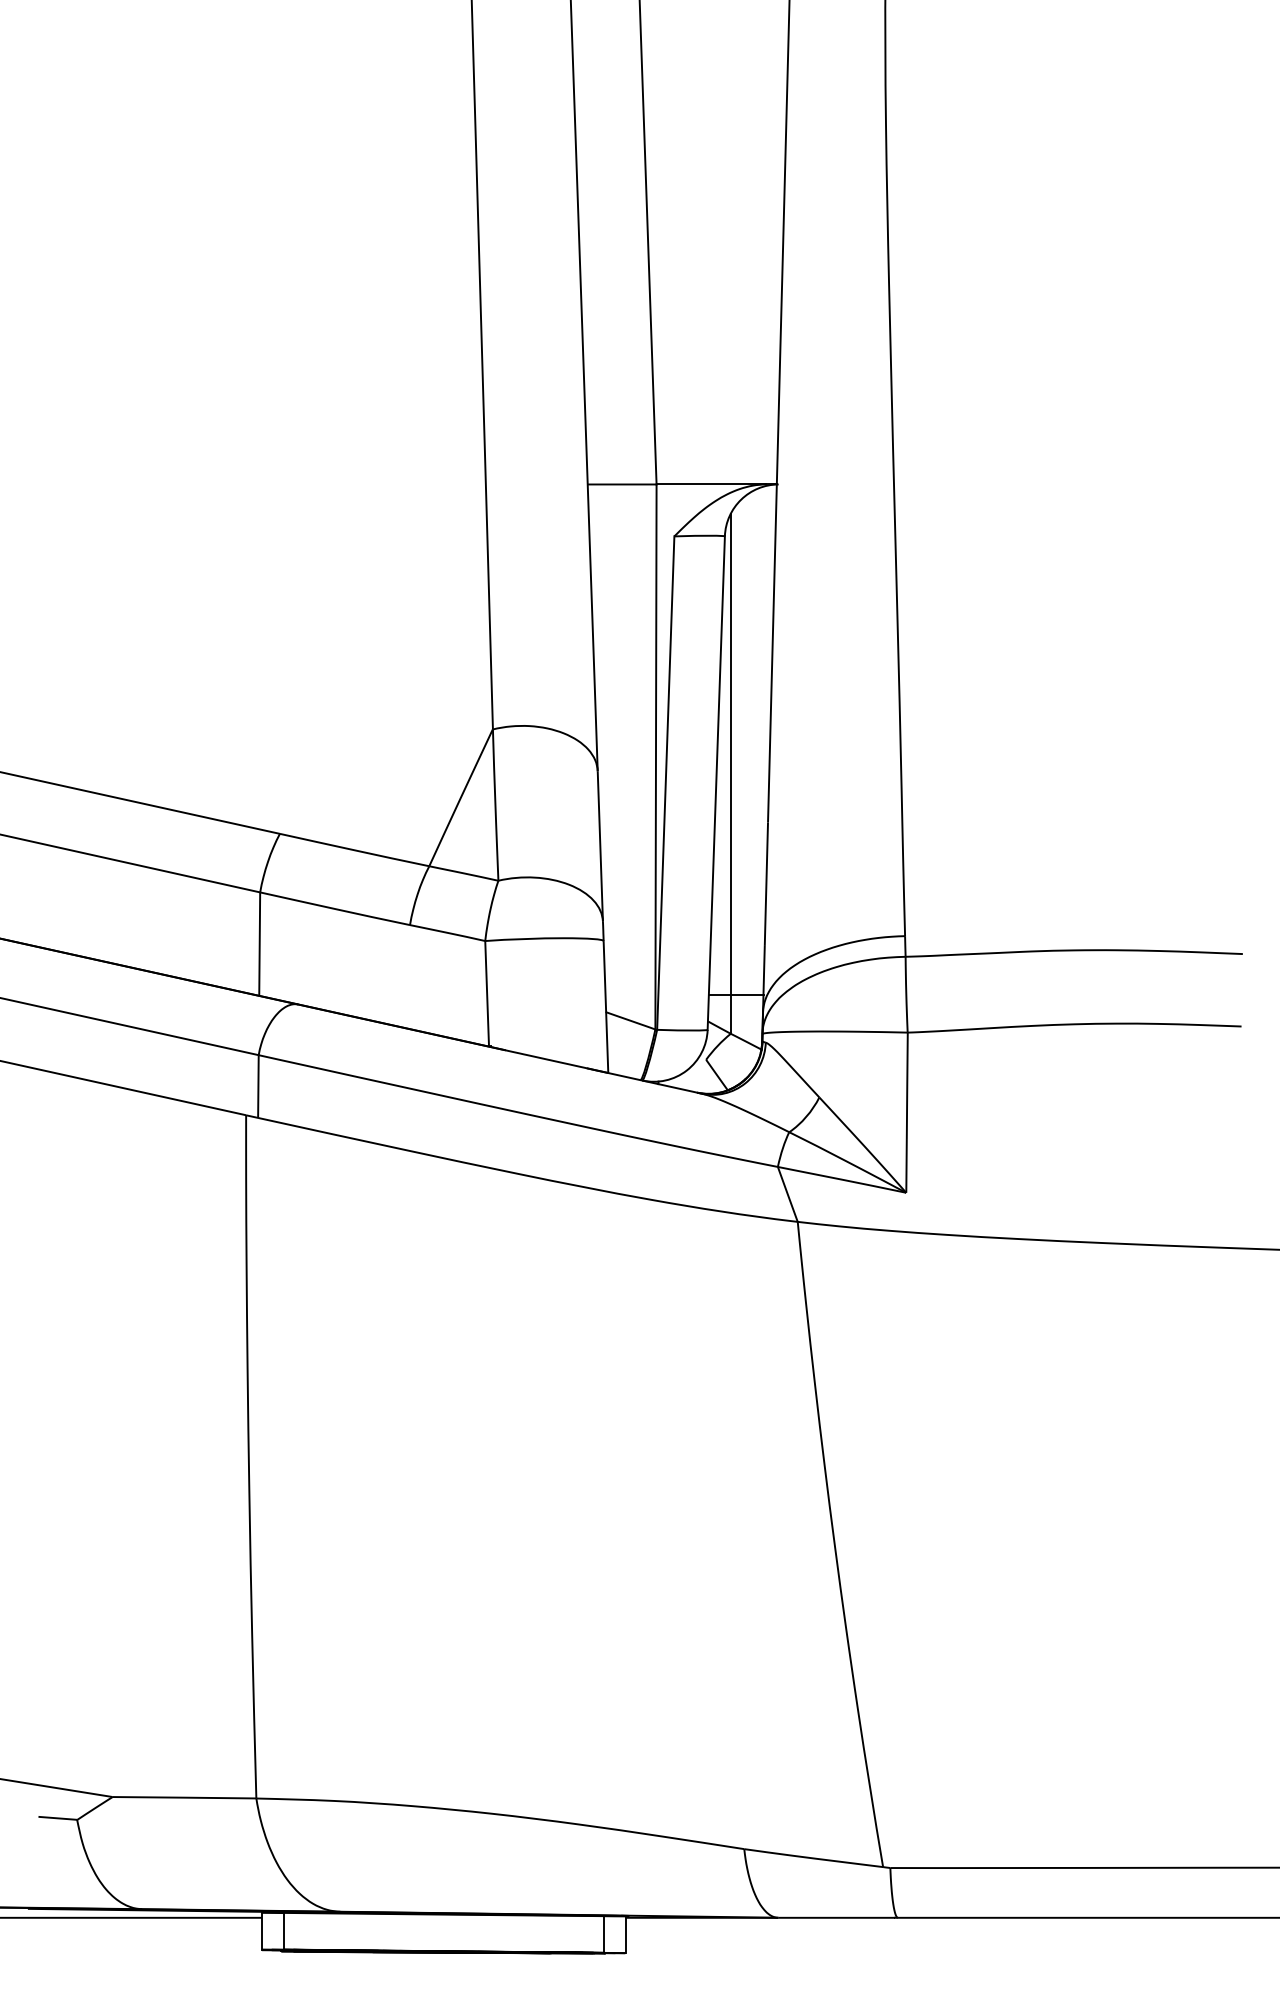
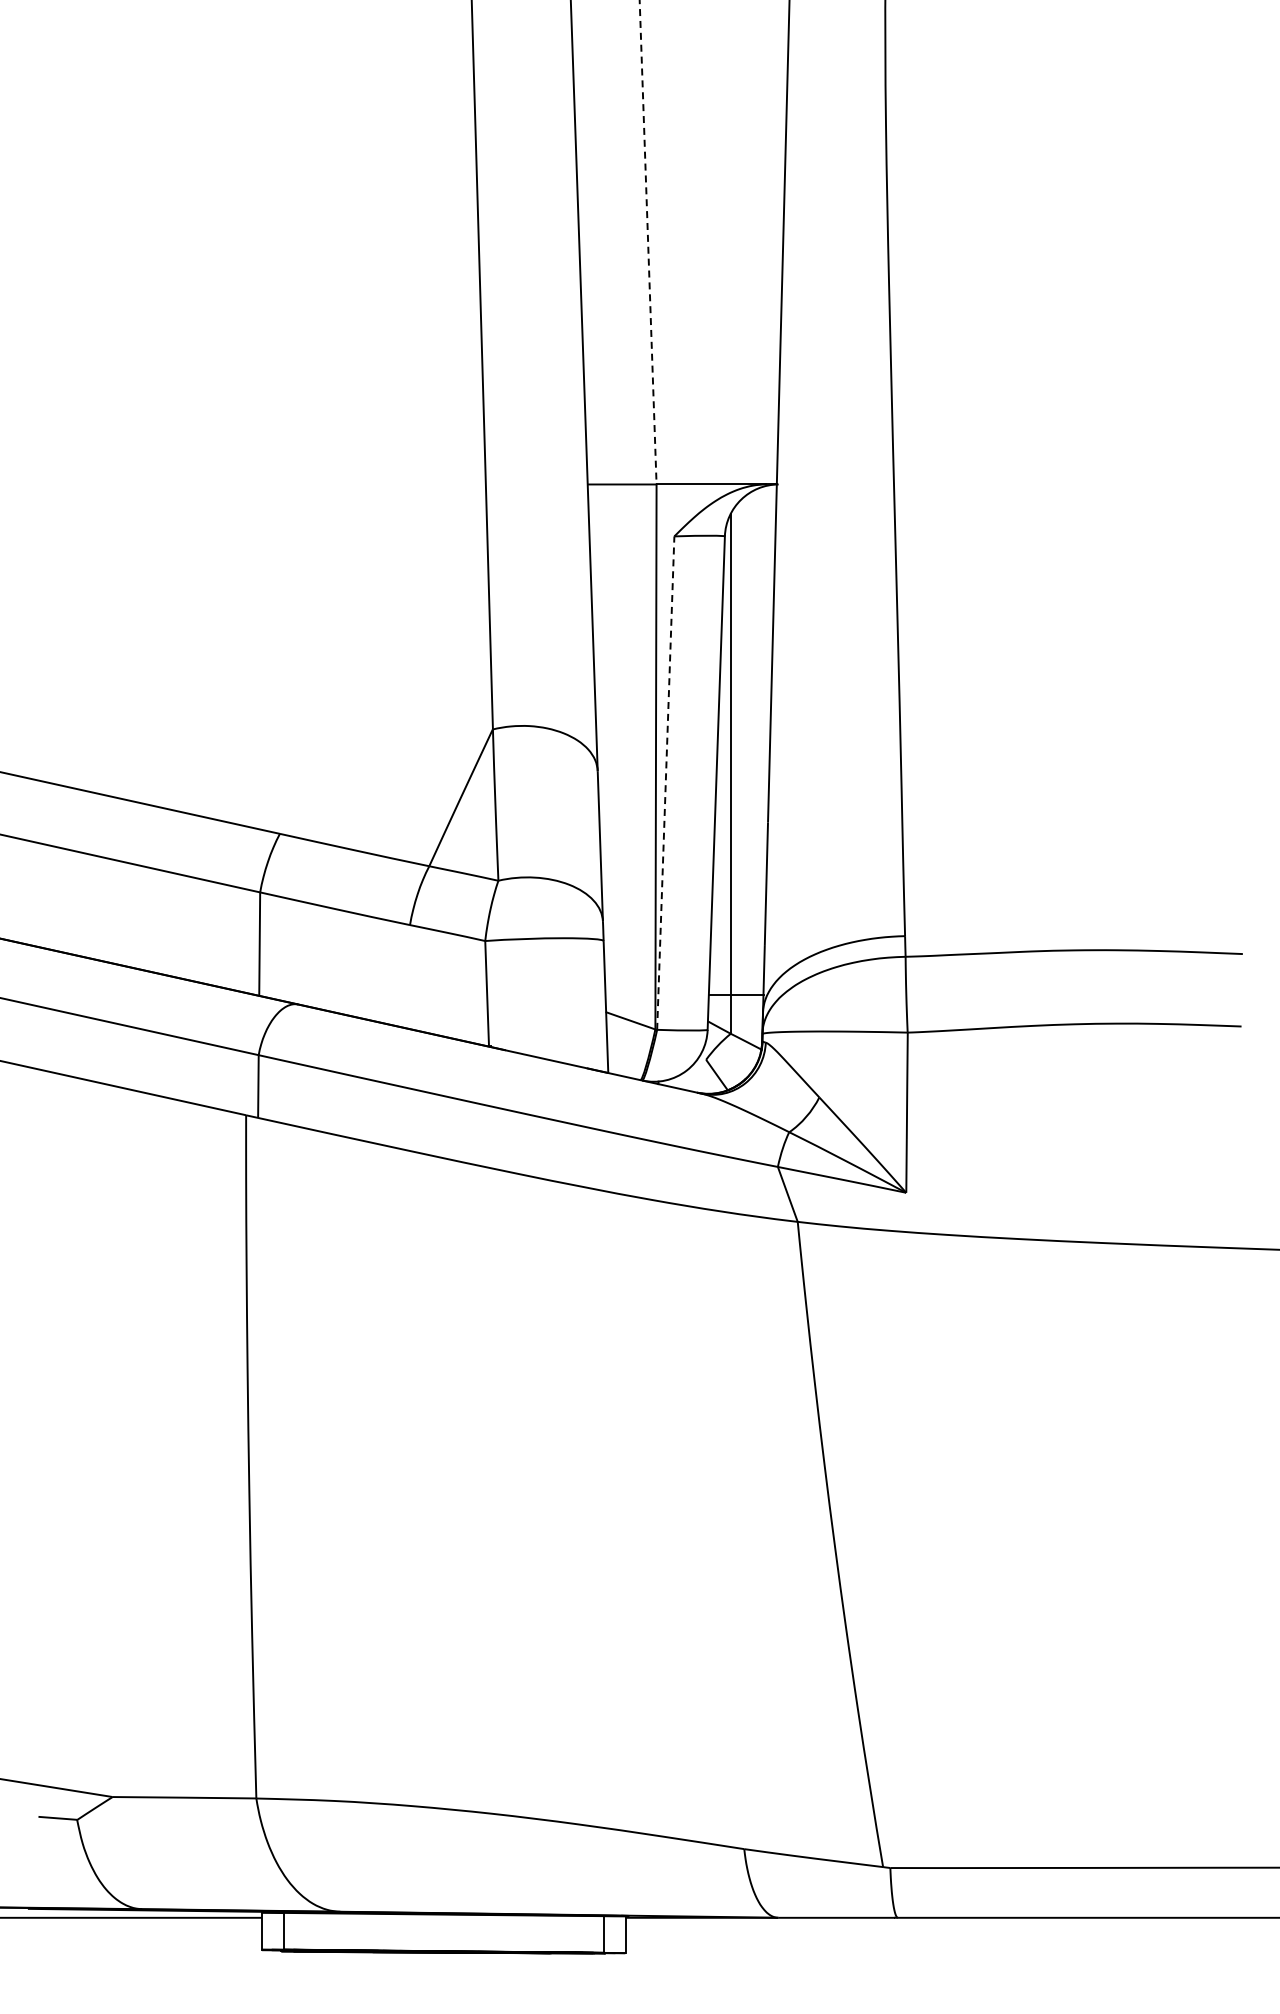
line at (648, 242): solid -> dashed
line at (665, 783): solid -> dashed
